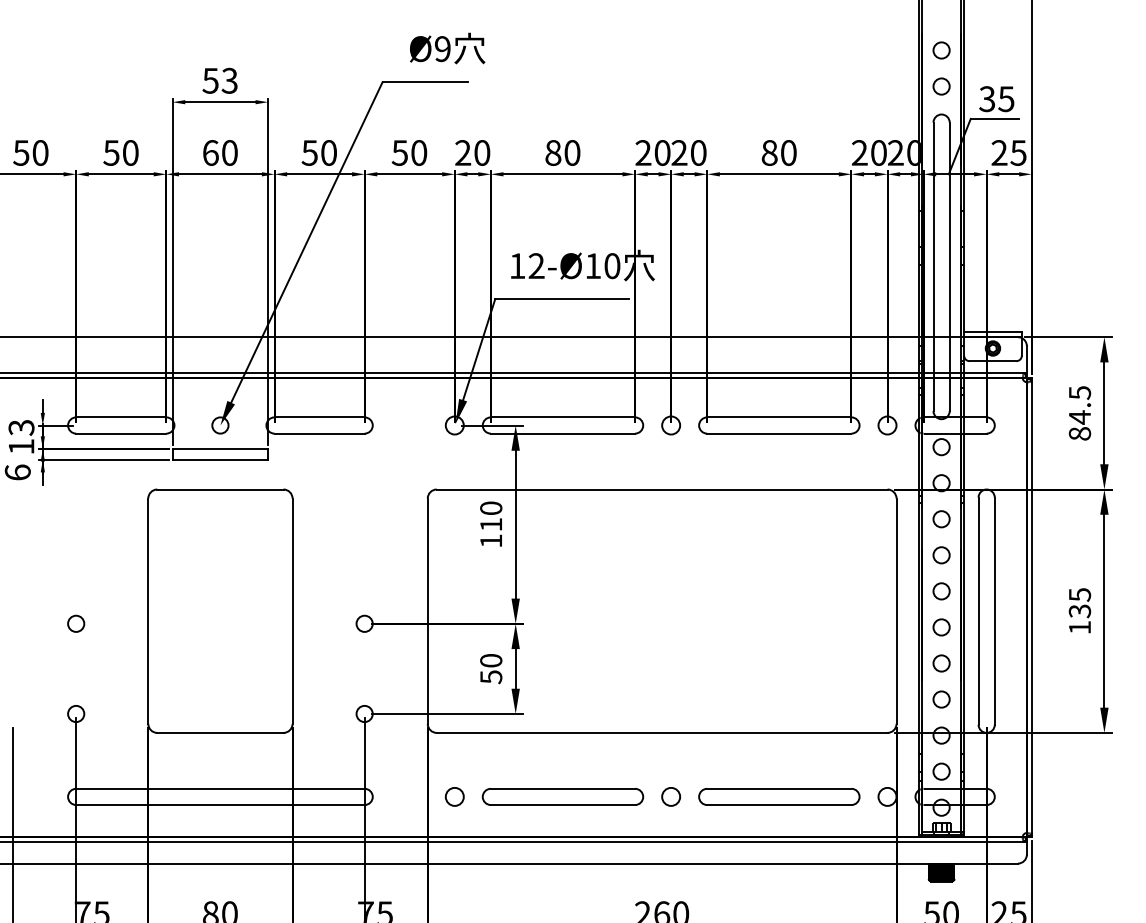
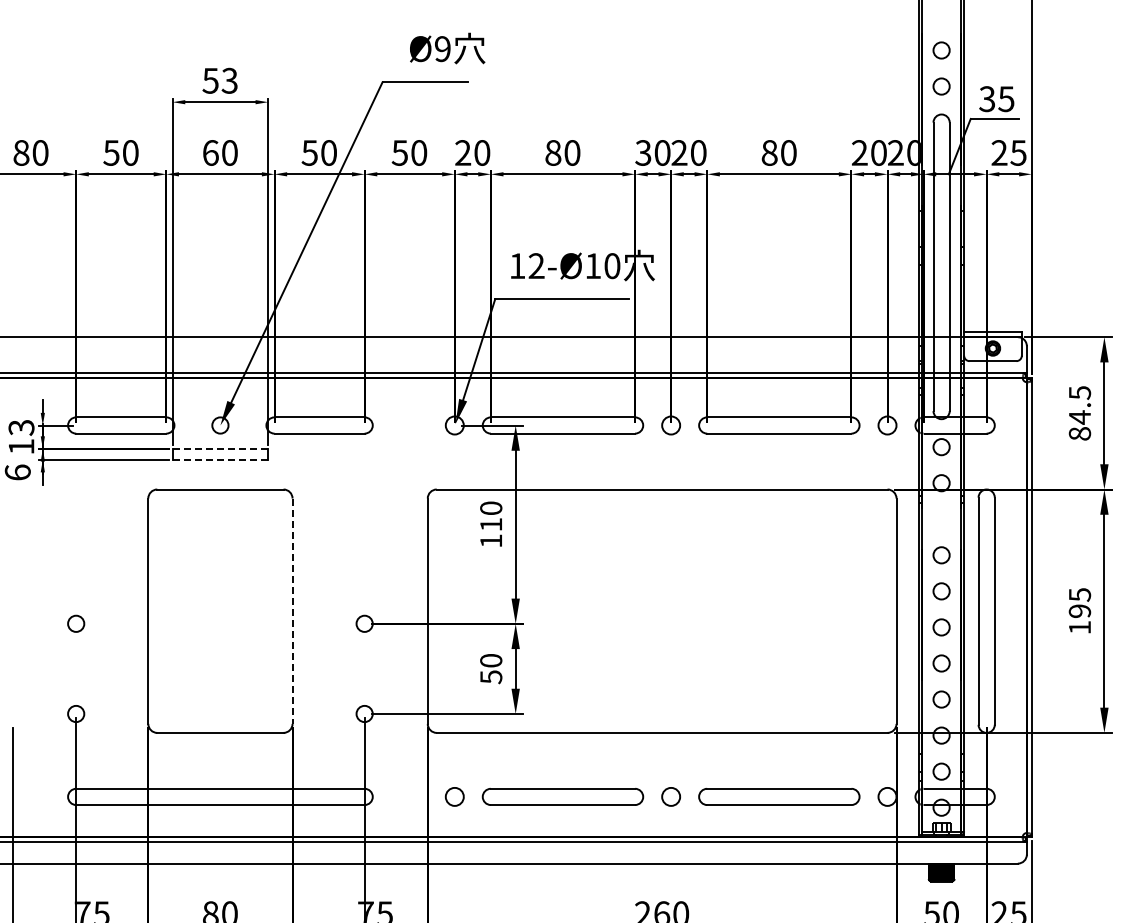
text at (21, 152): 50 -> 80
text at (643, 152): 20 -> 30
line at (220, 448): solid -> dashed
line at (220, 459): solid -> dashed
circle at (941, 519): present -> none
line at (292, 611): solid -> dashed
text at (1080, 611): 135 -> 195
